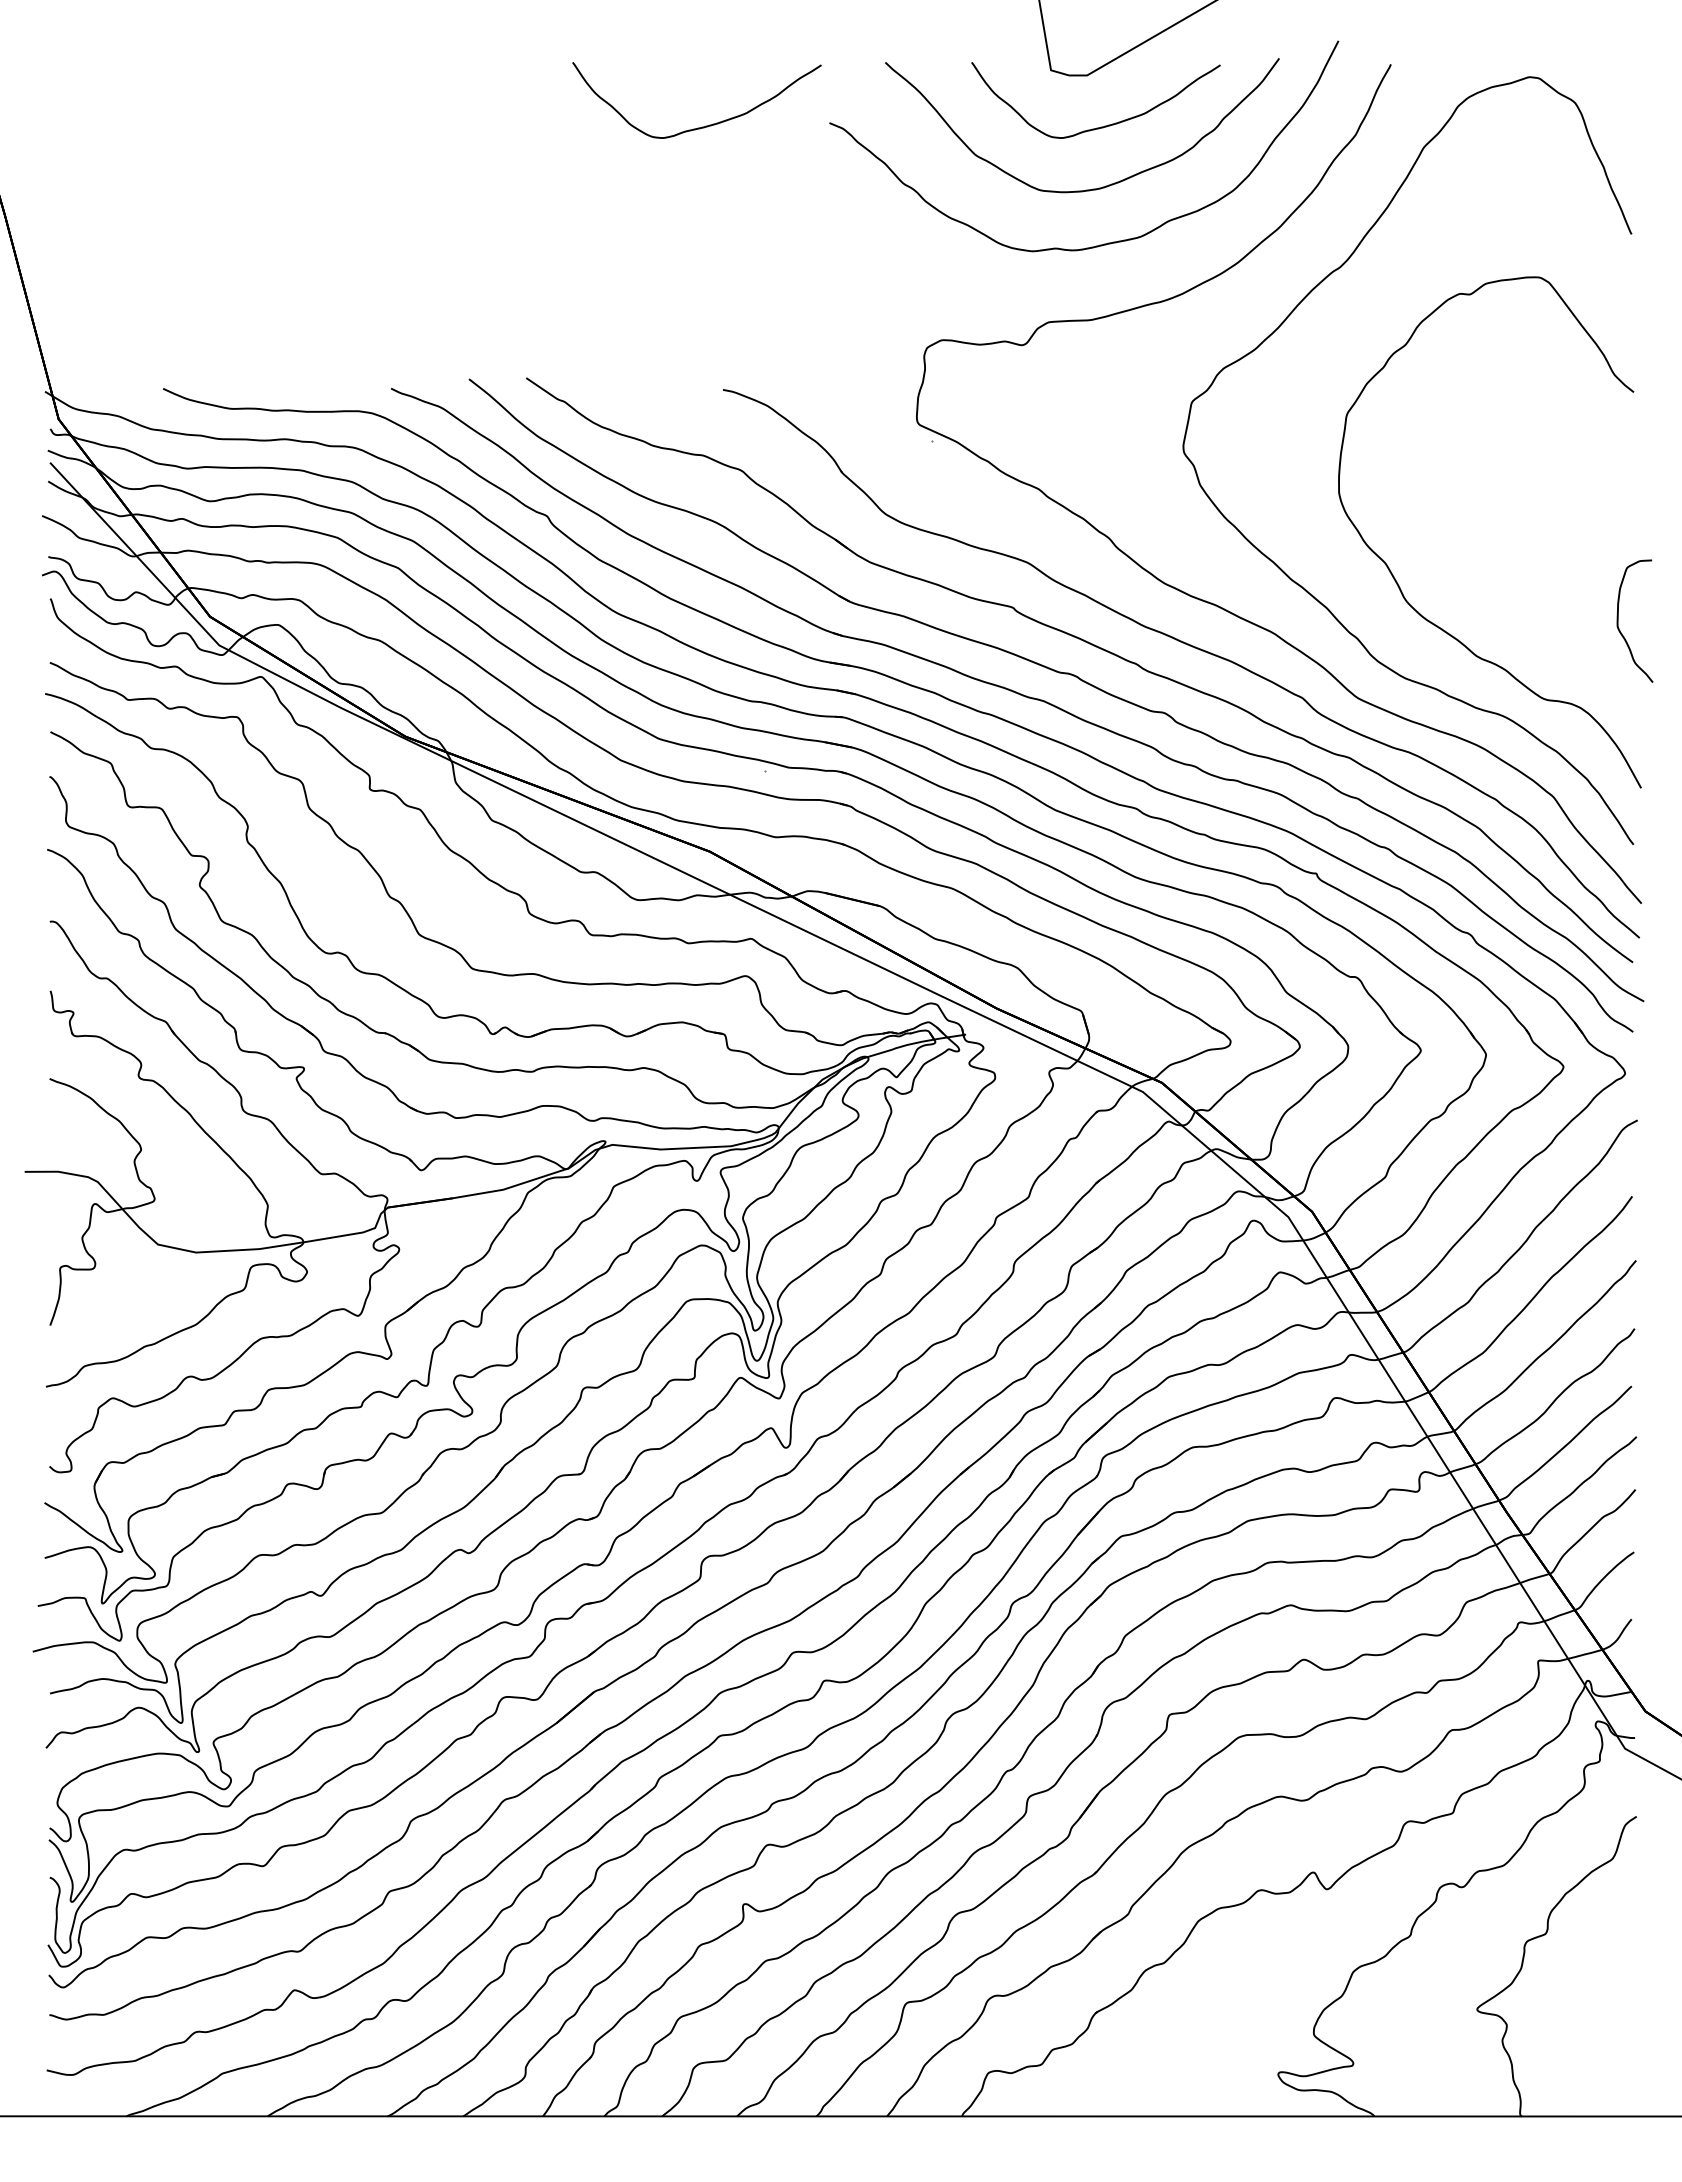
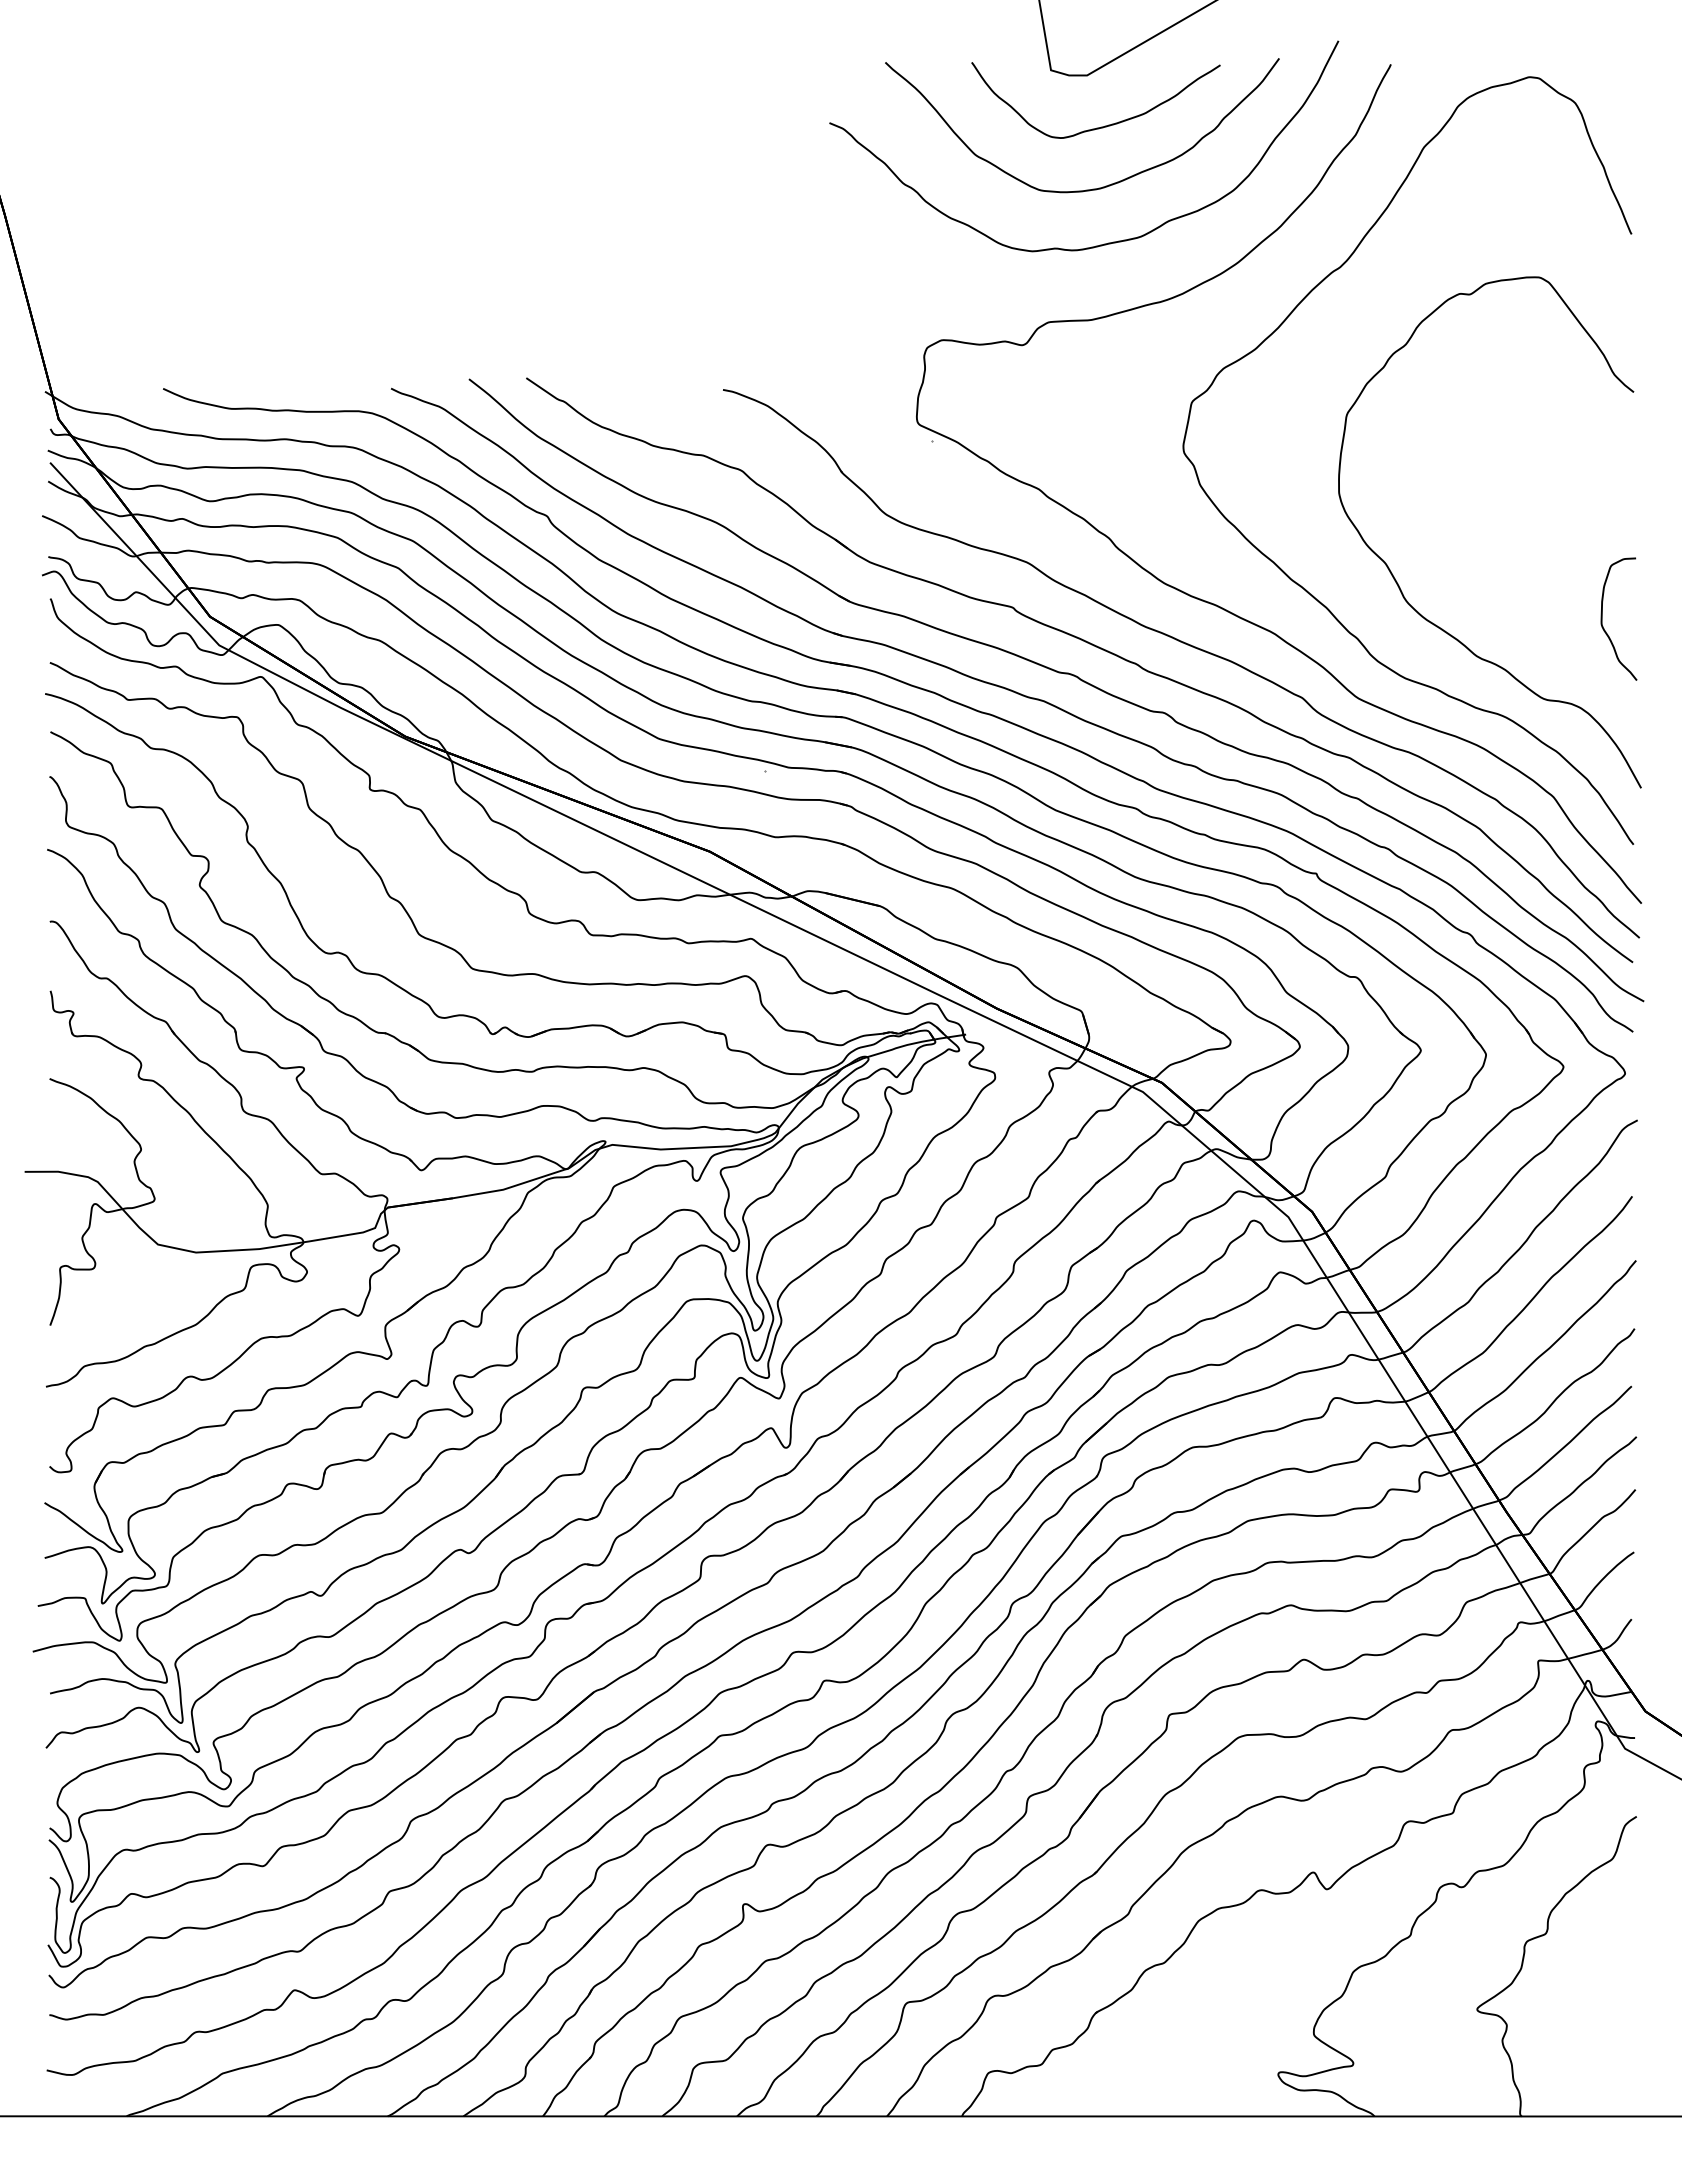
curve at (702, 126): present -> none
curve at (1618, 620) position: (1618, 620) -> (1602, 618)
